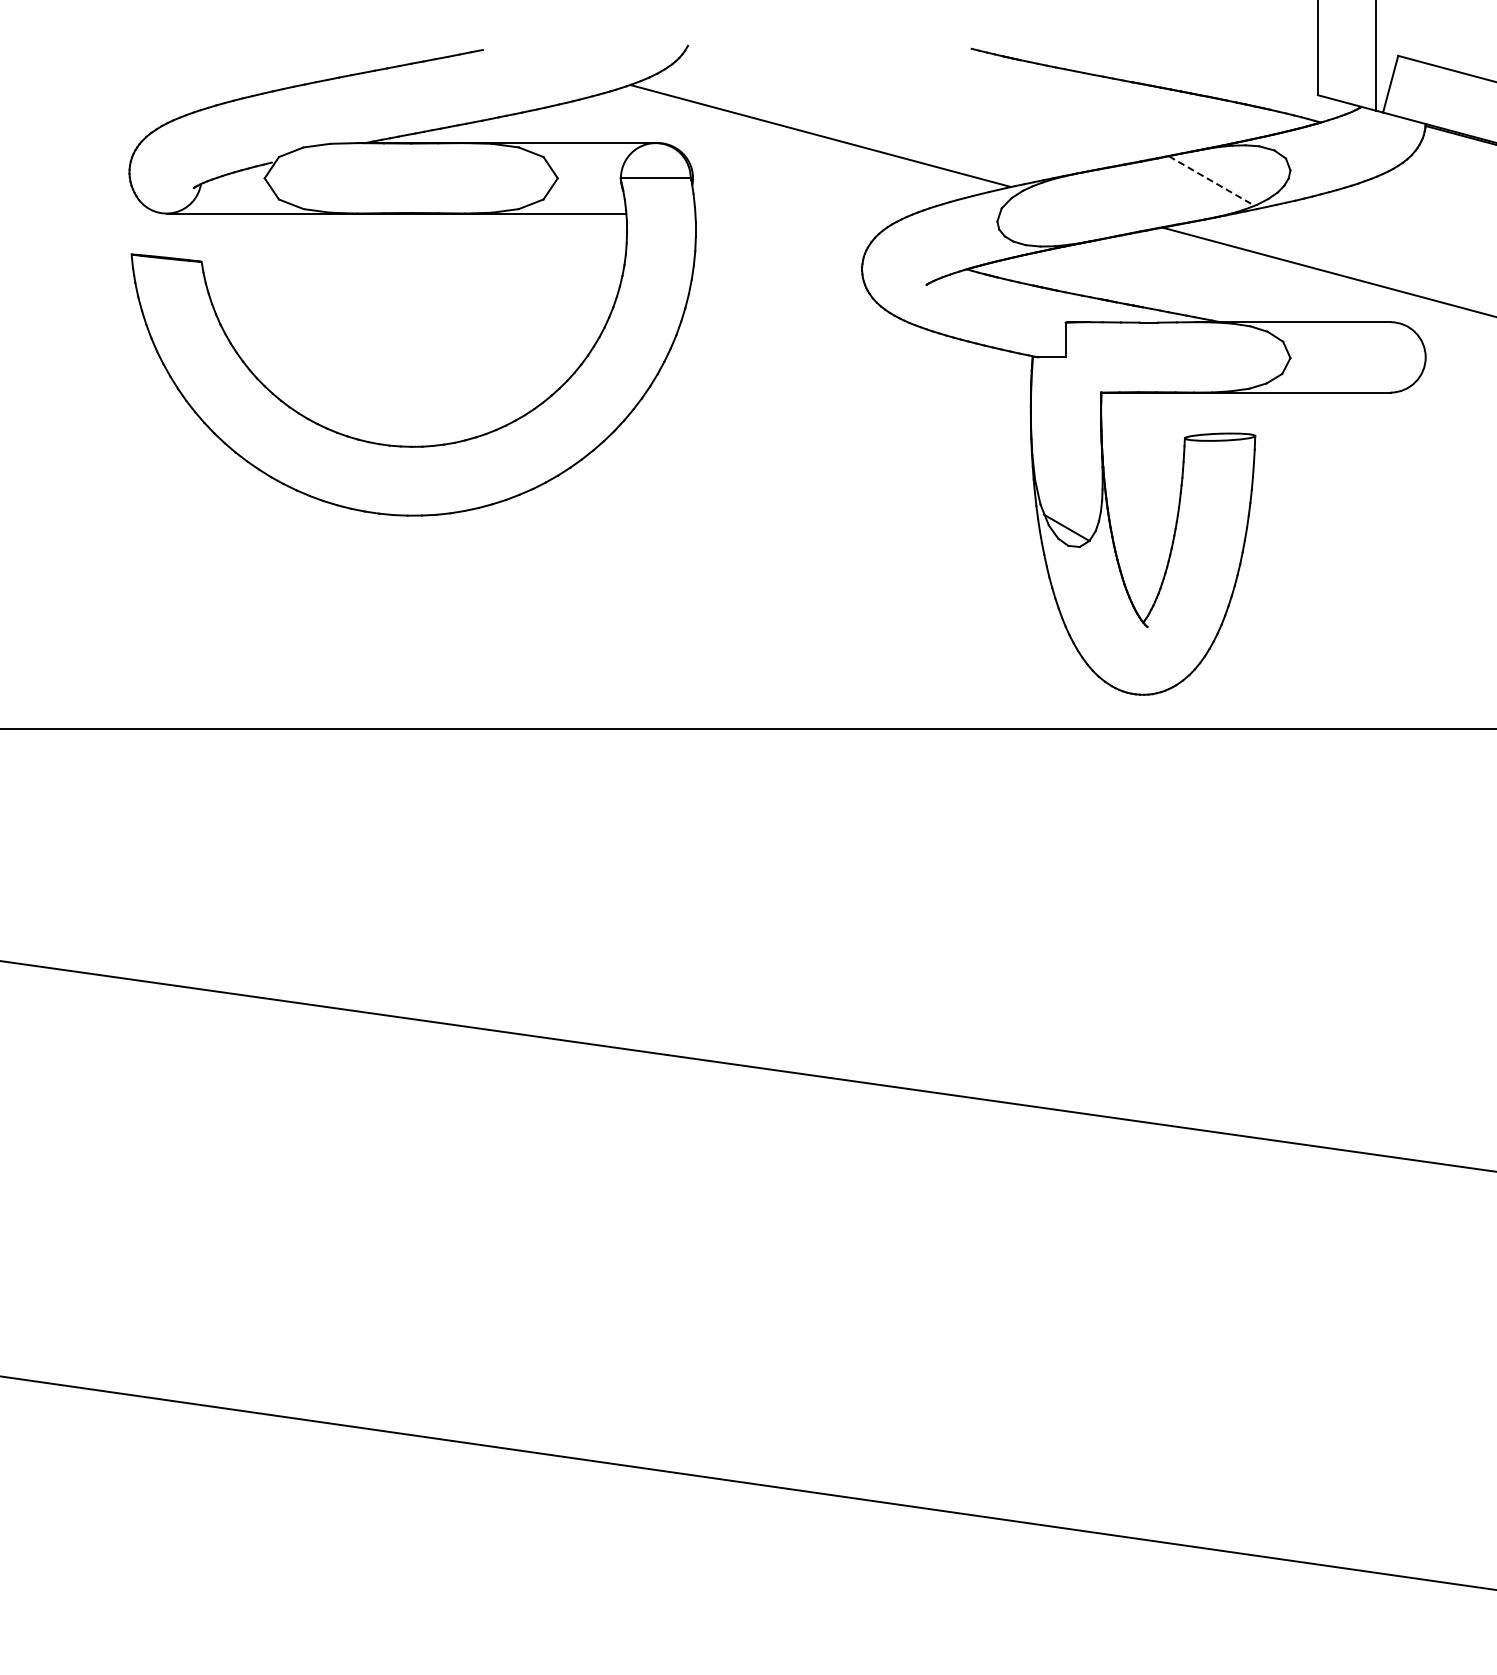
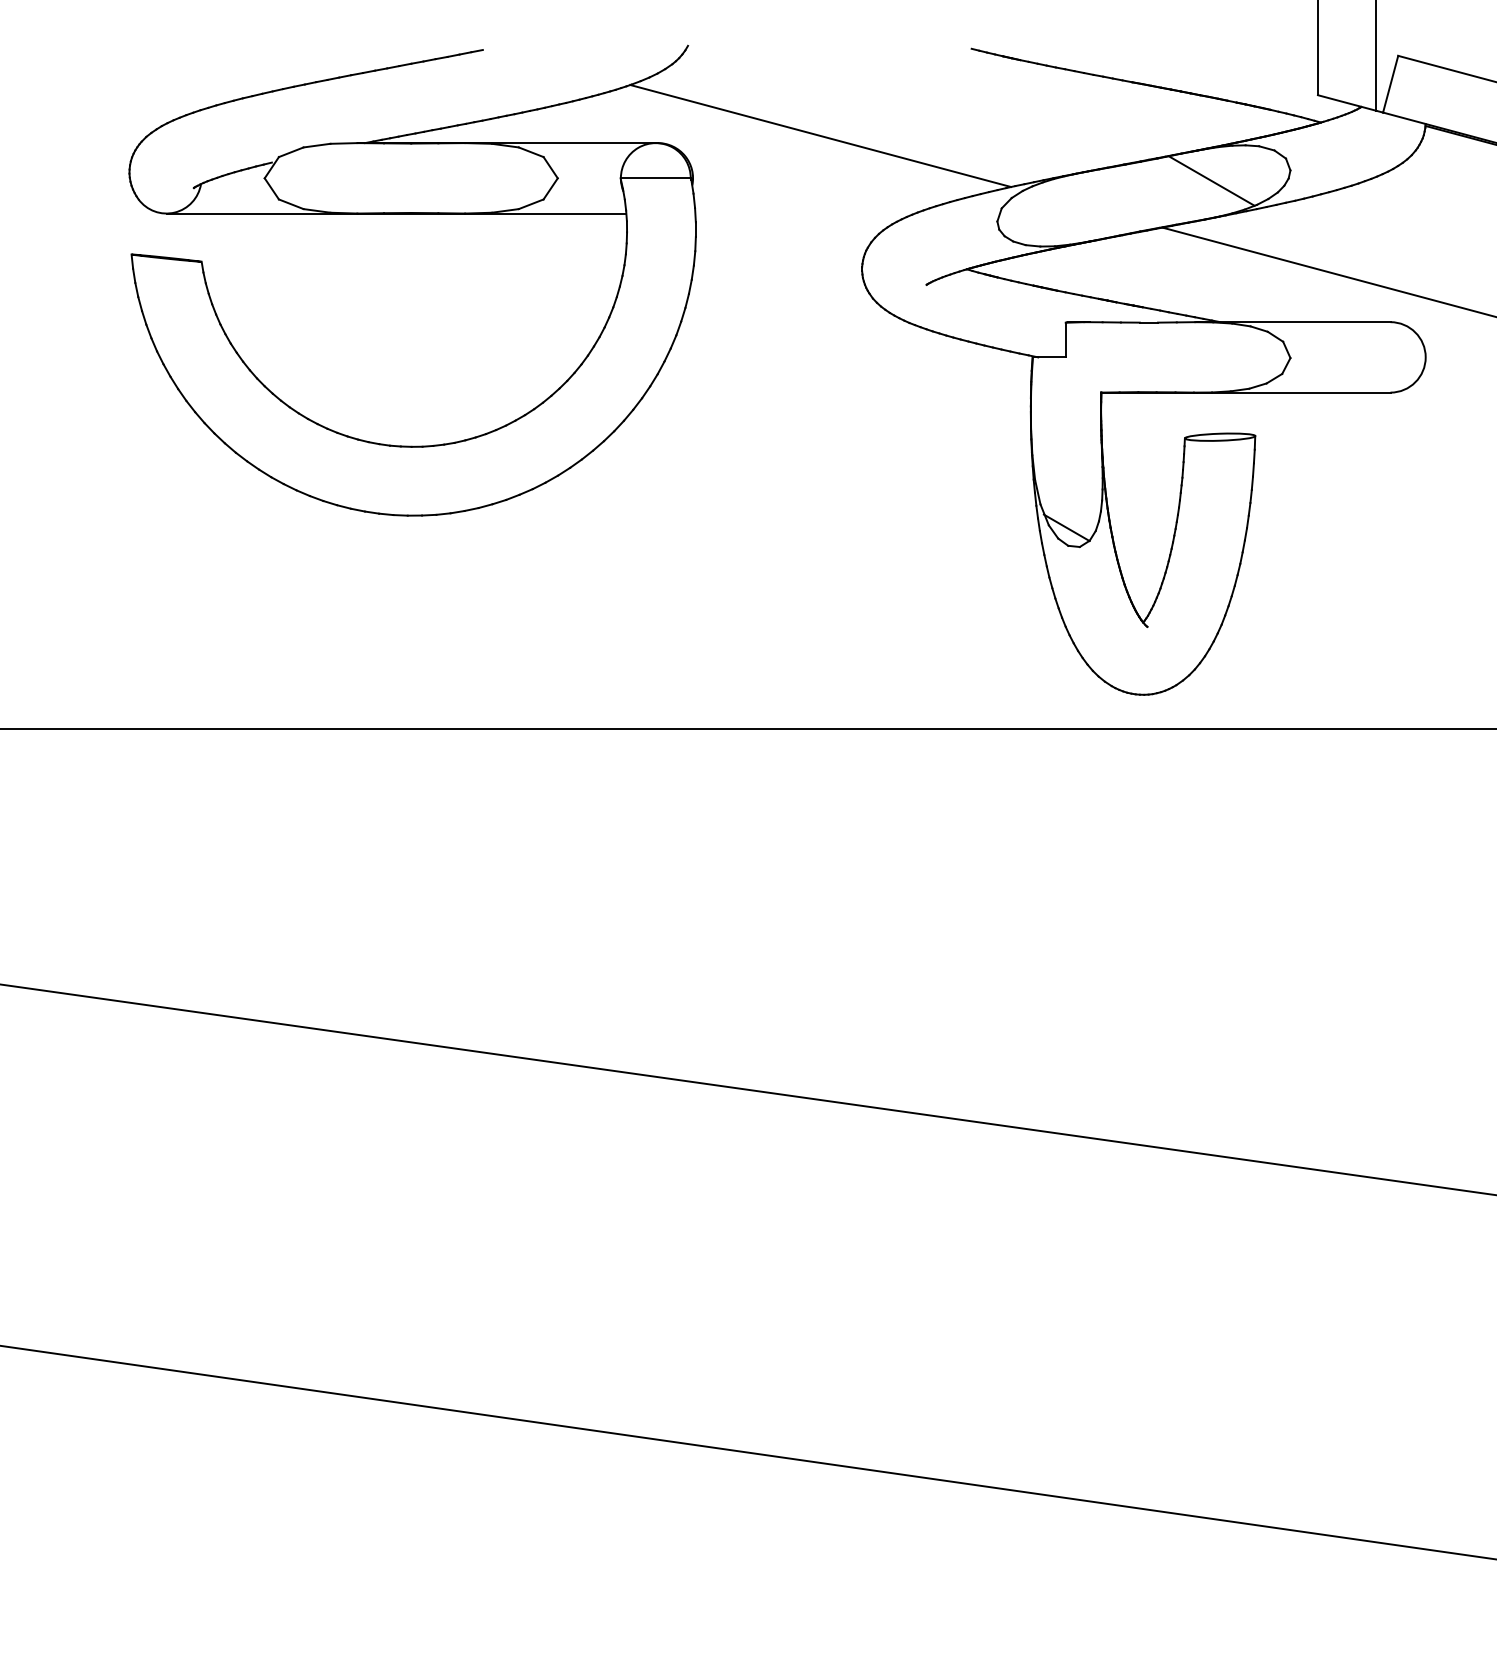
line at (1211, 181): dashed -> solid
line at (747, 1066) position: (747, 1066) -> (747, 1089)
line at (747, 1482) position: (747, 1482) -> (747, 1452)
